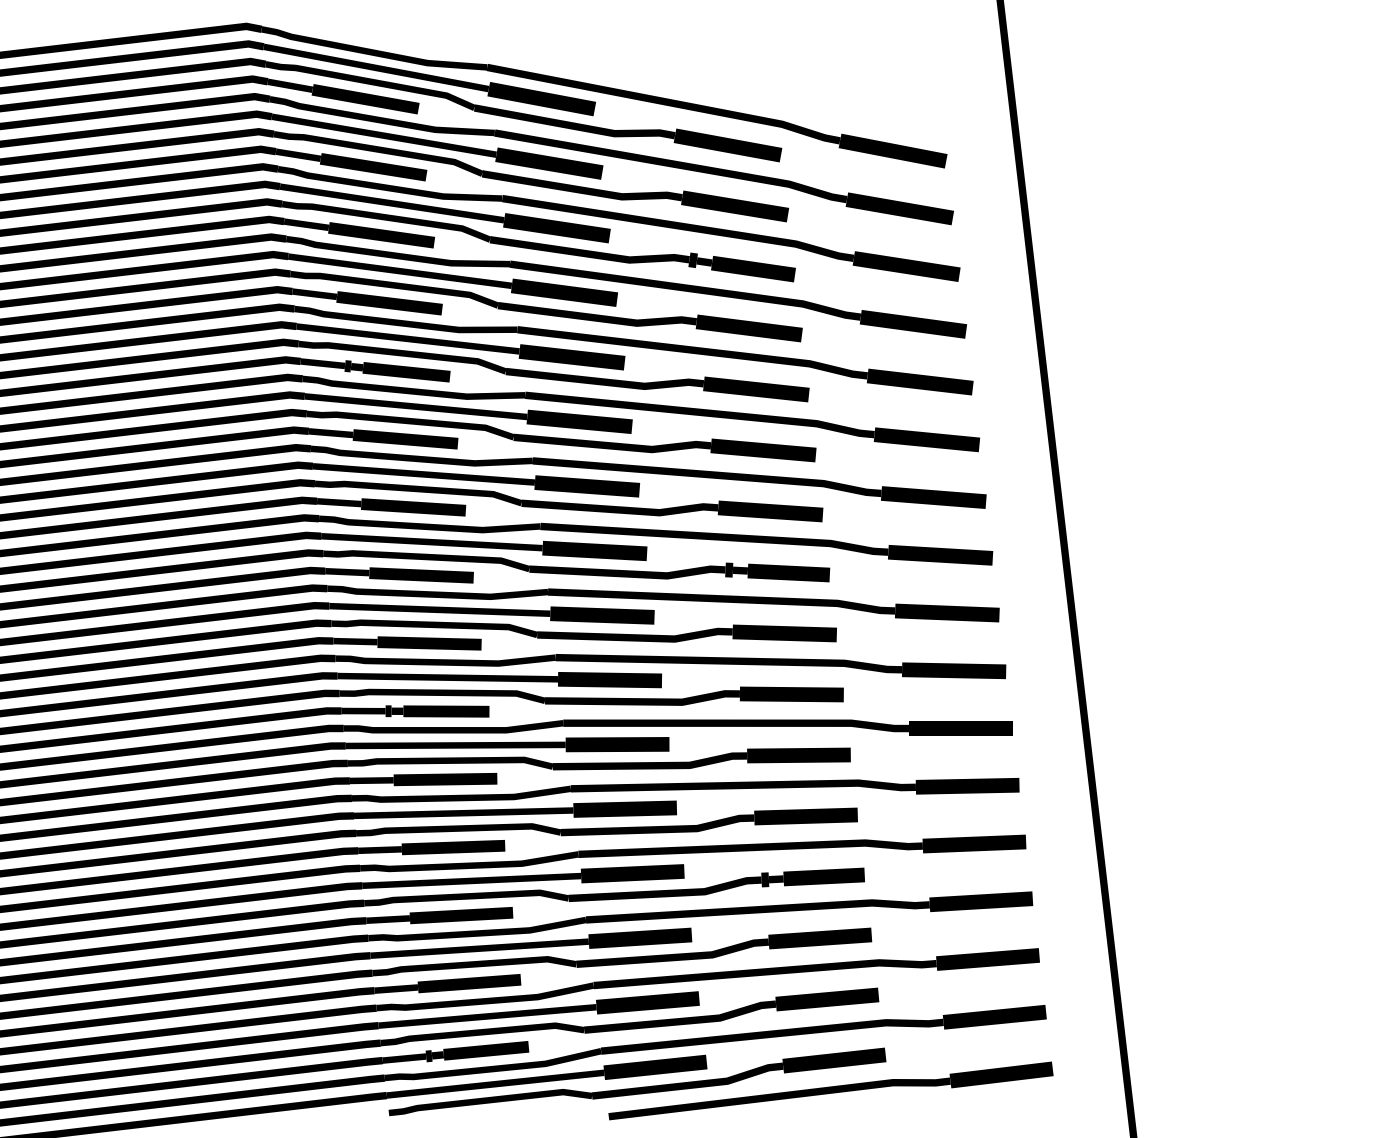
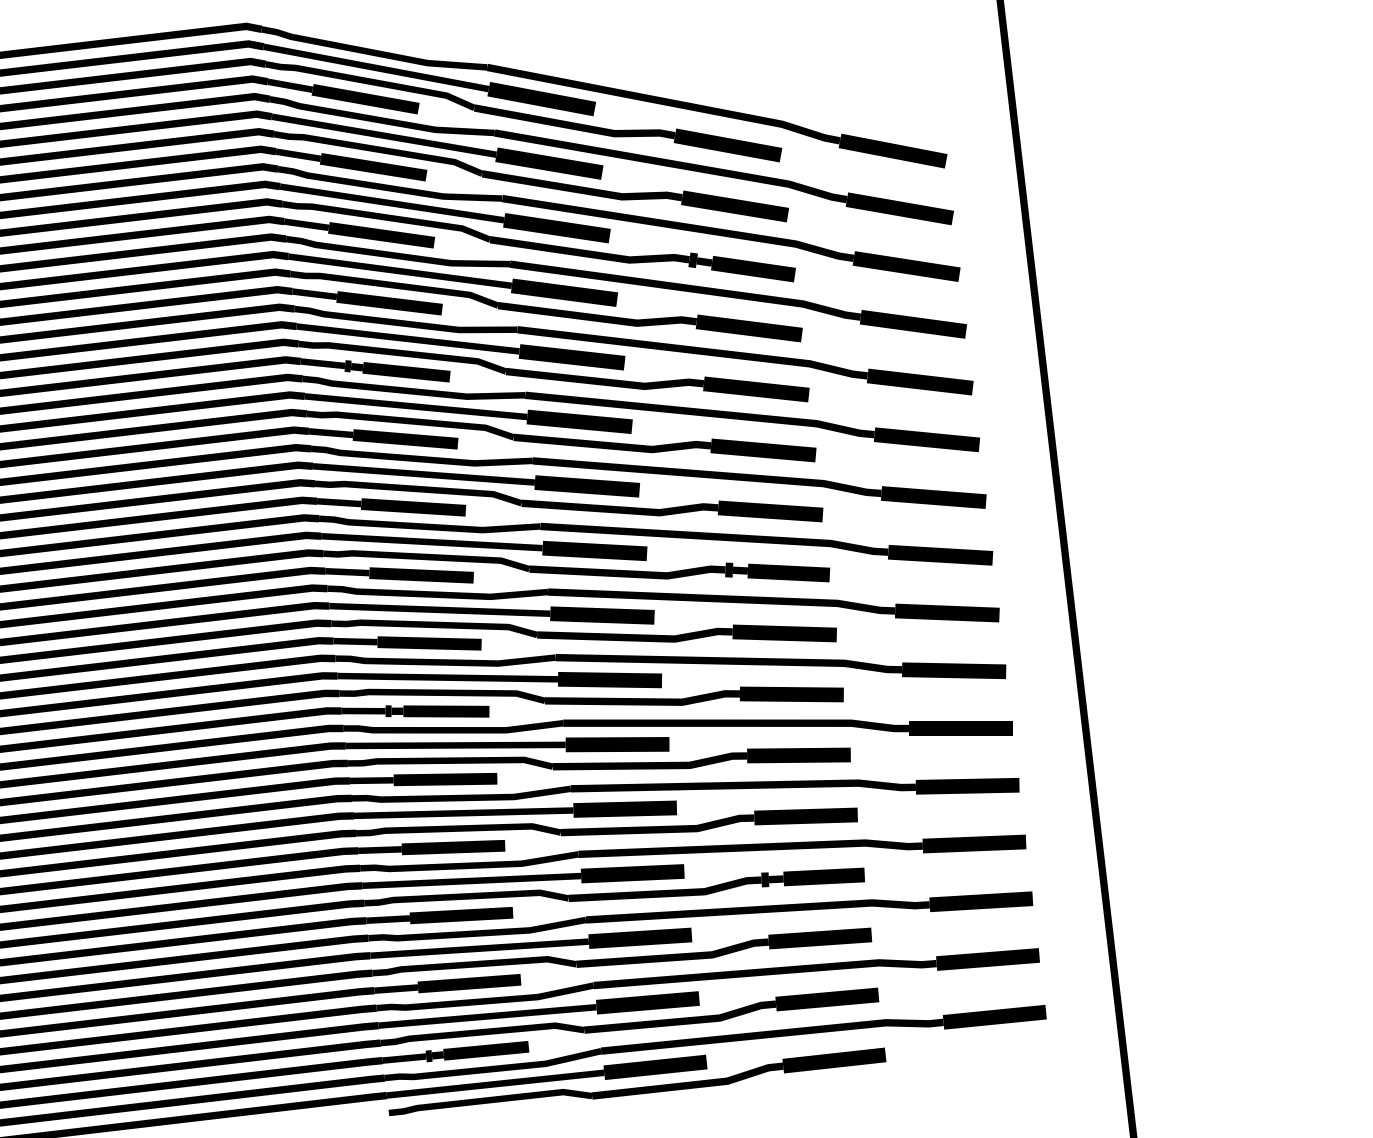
part at (830, 1090): present -> none
